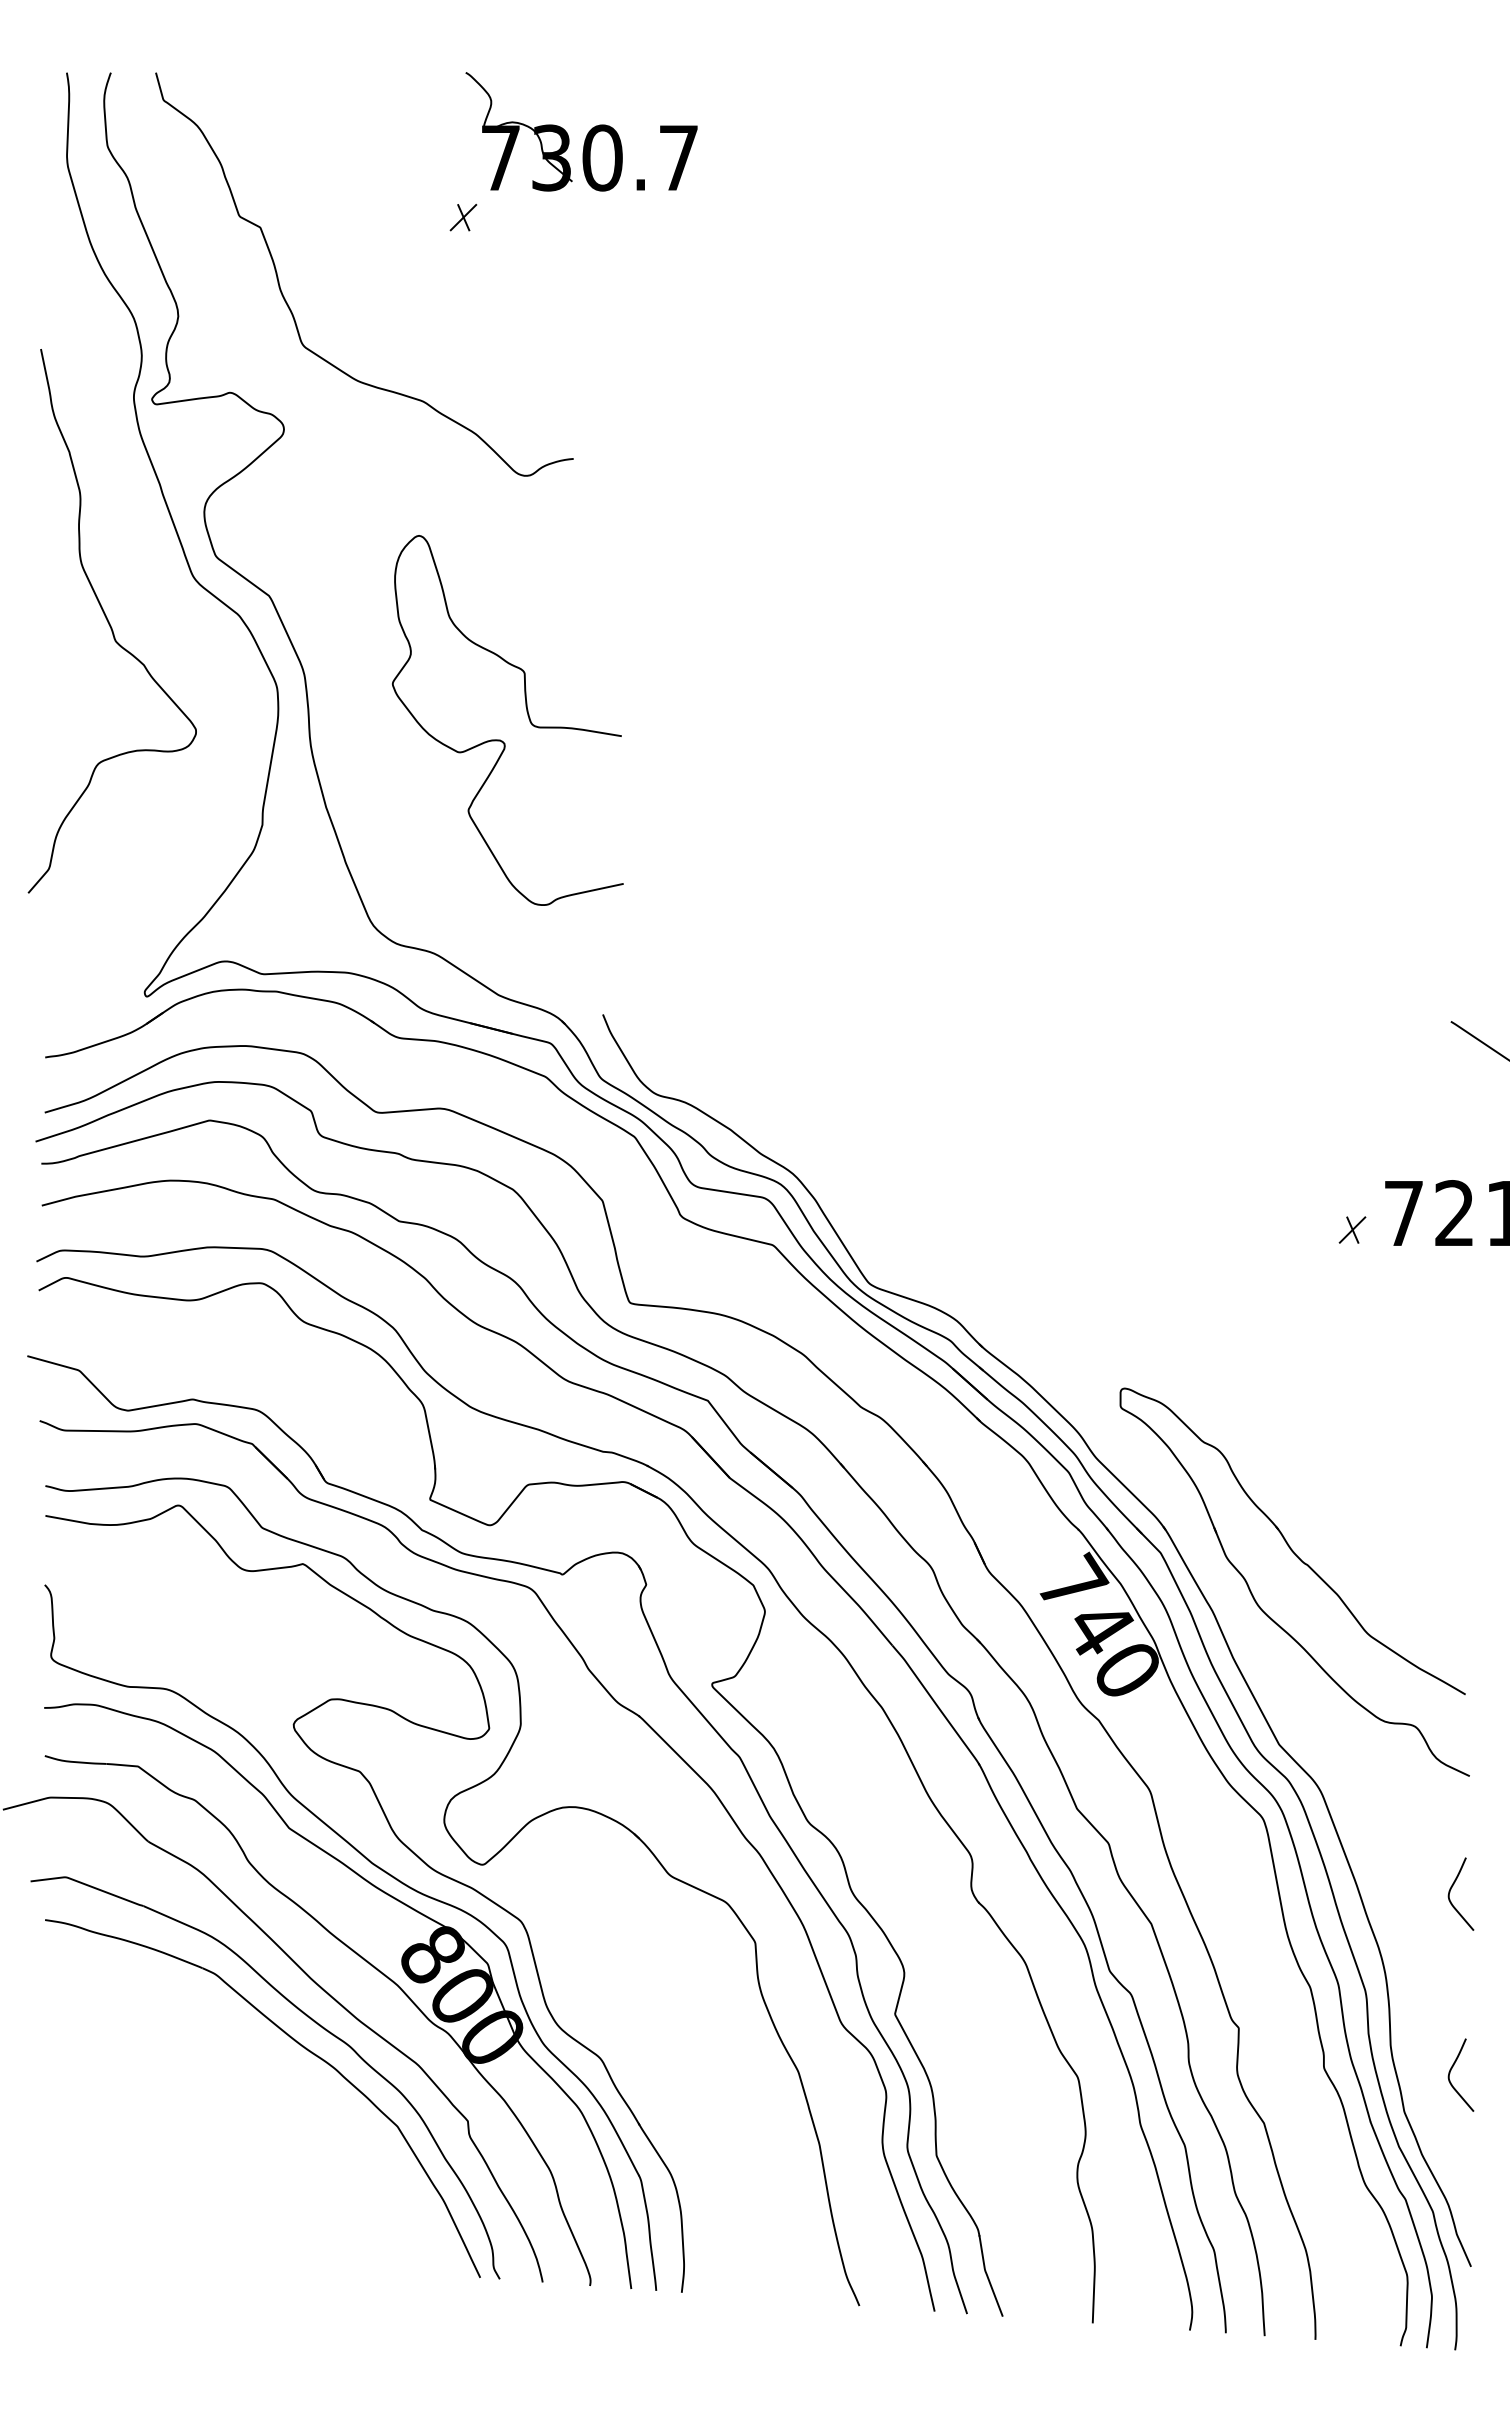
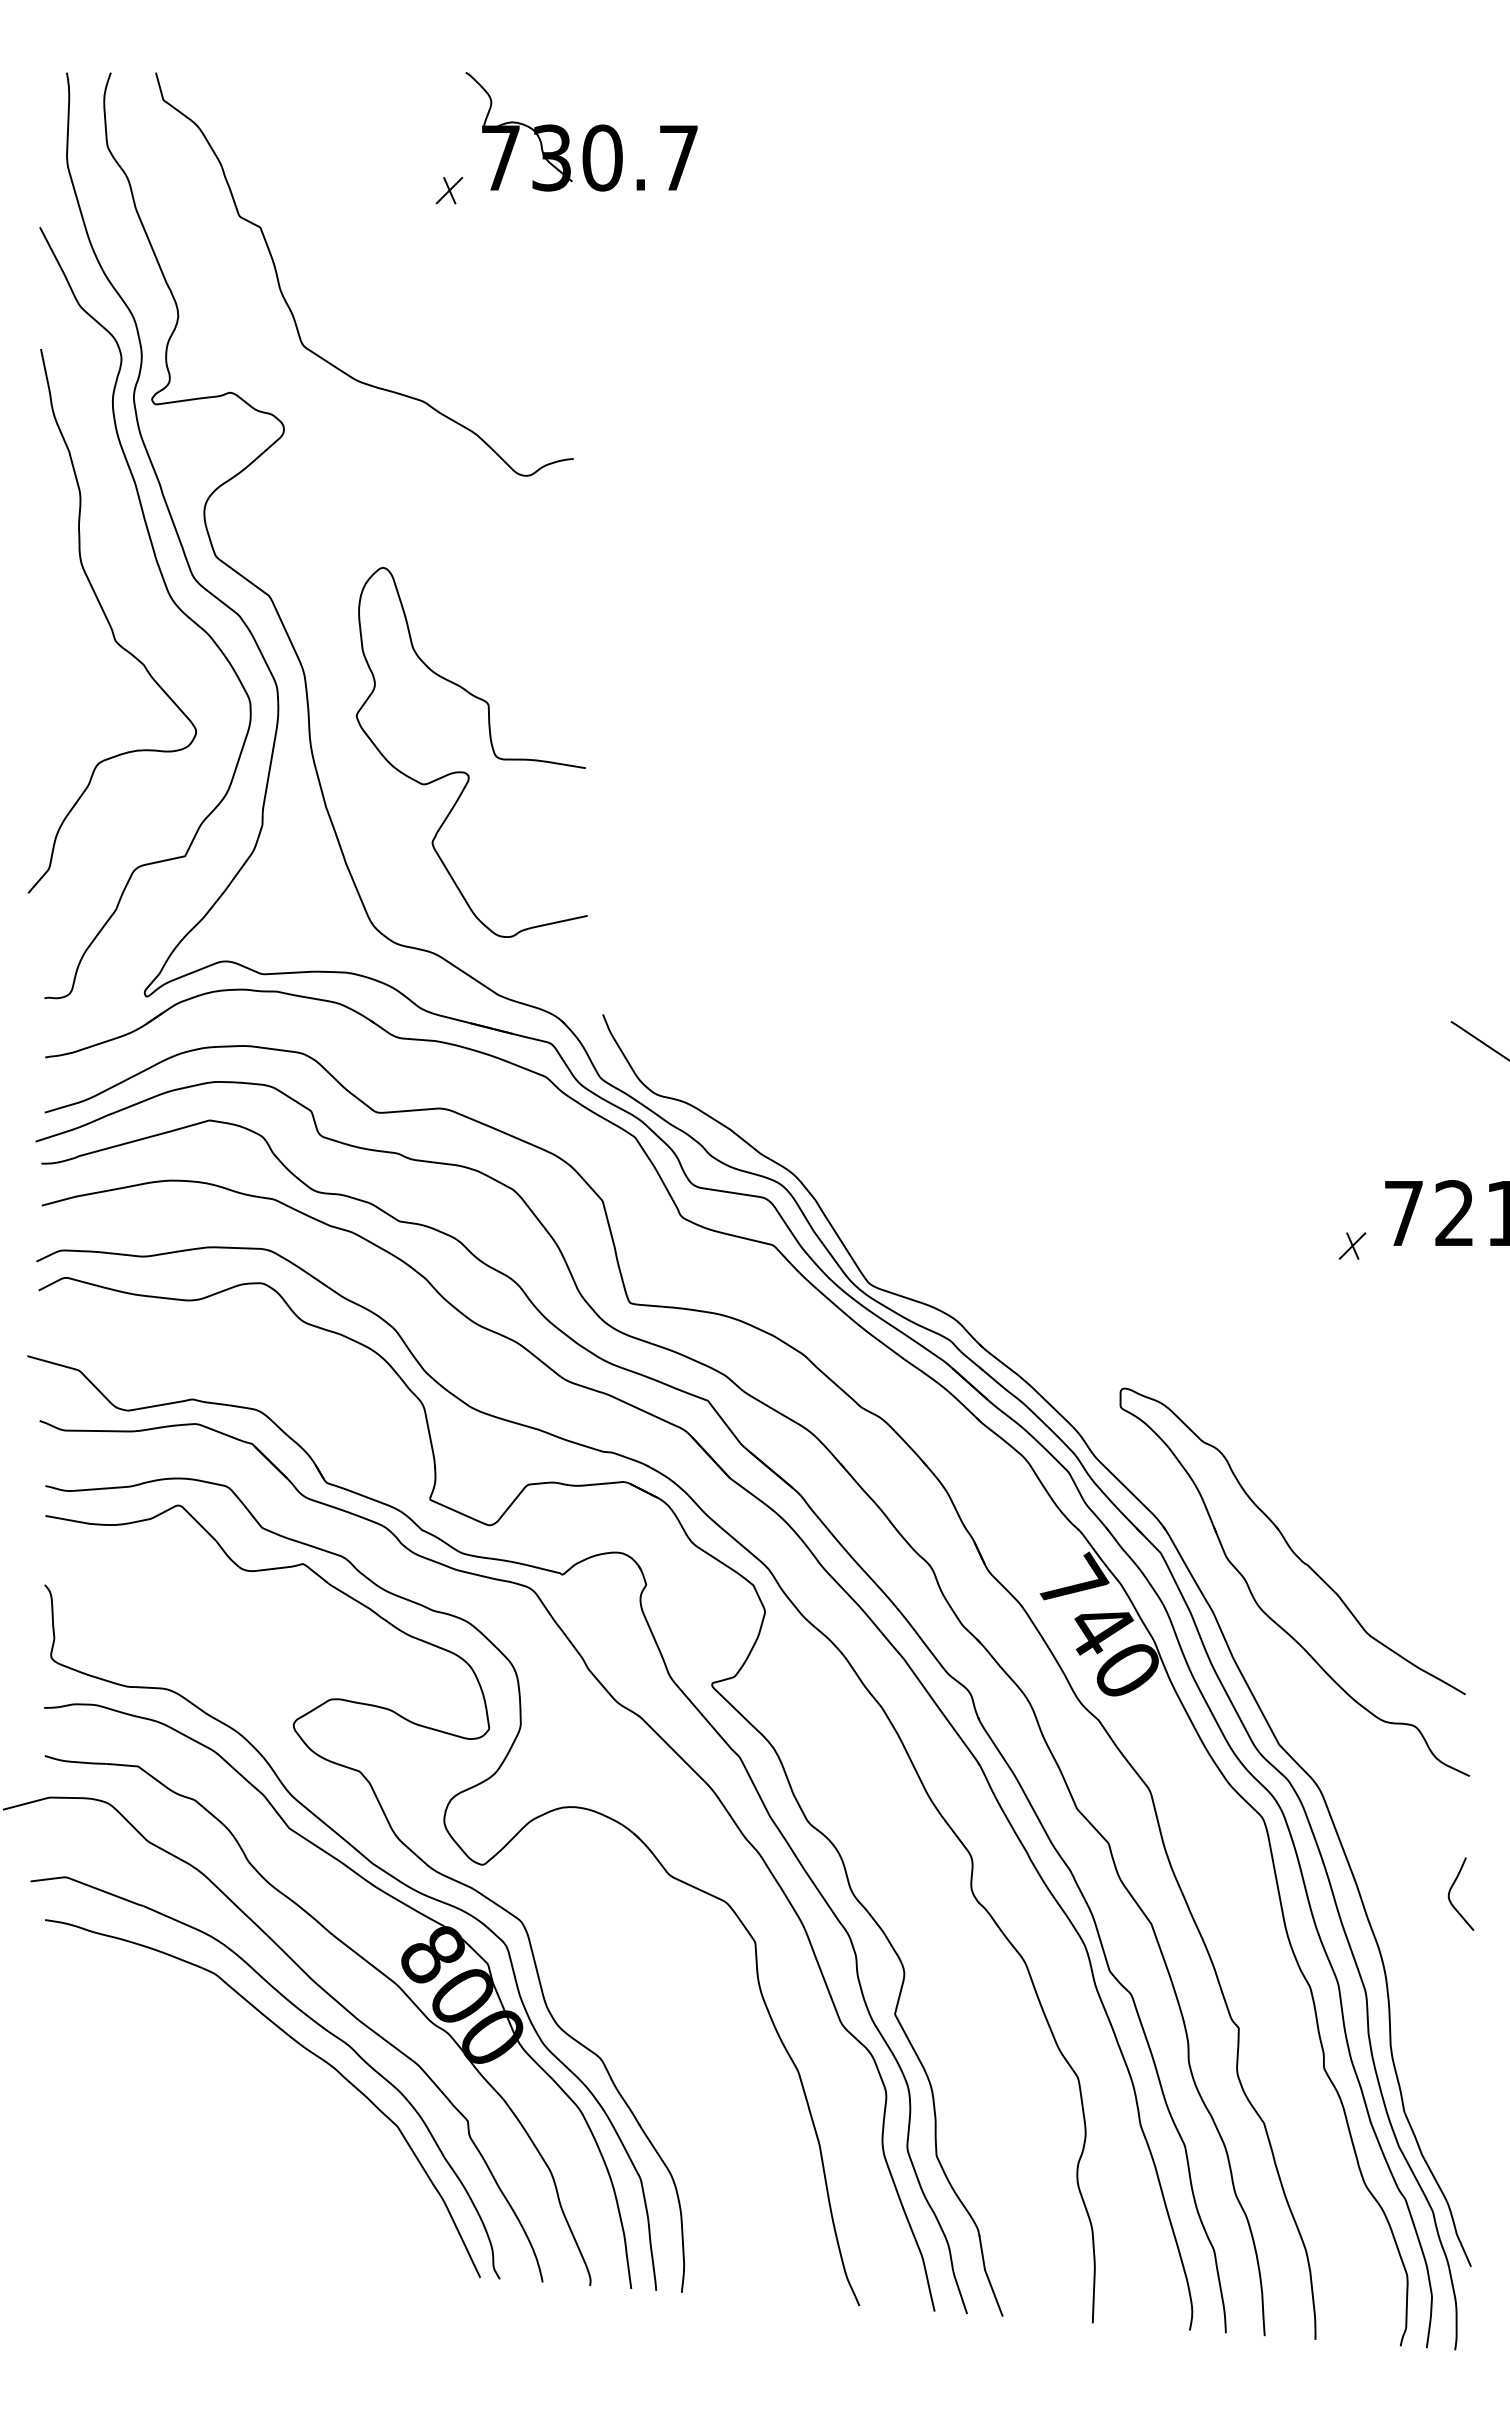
part at (463, 217) position: (463, 217) -> (449, 190)
curve at (171, 600): none -> present
curve at (500, 739) position: (500, 739) -> (464, 771)
part at (1352, 1229) position: (1352, 1229) -> (1352, 1245)
curve at (1451, 2070): present -> none
